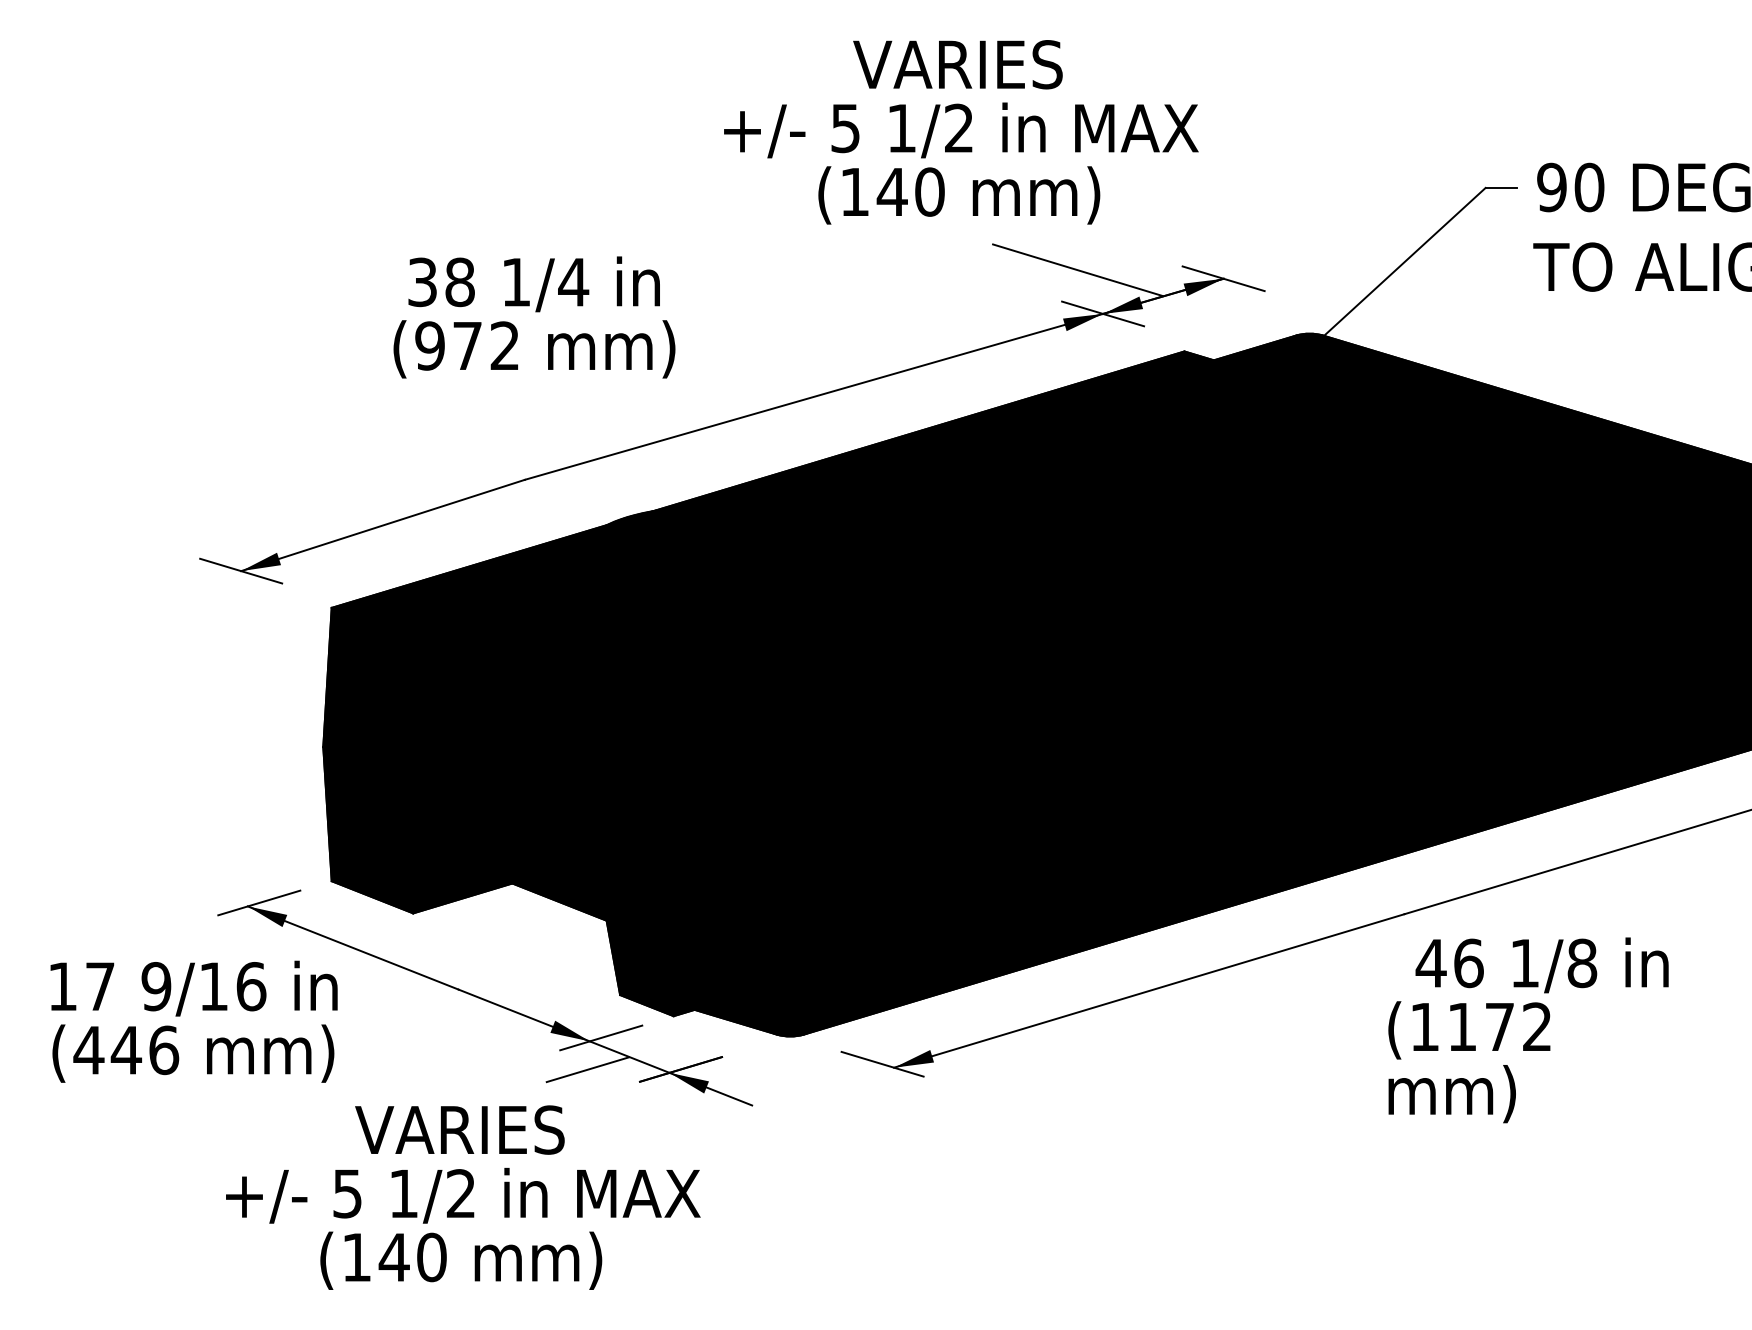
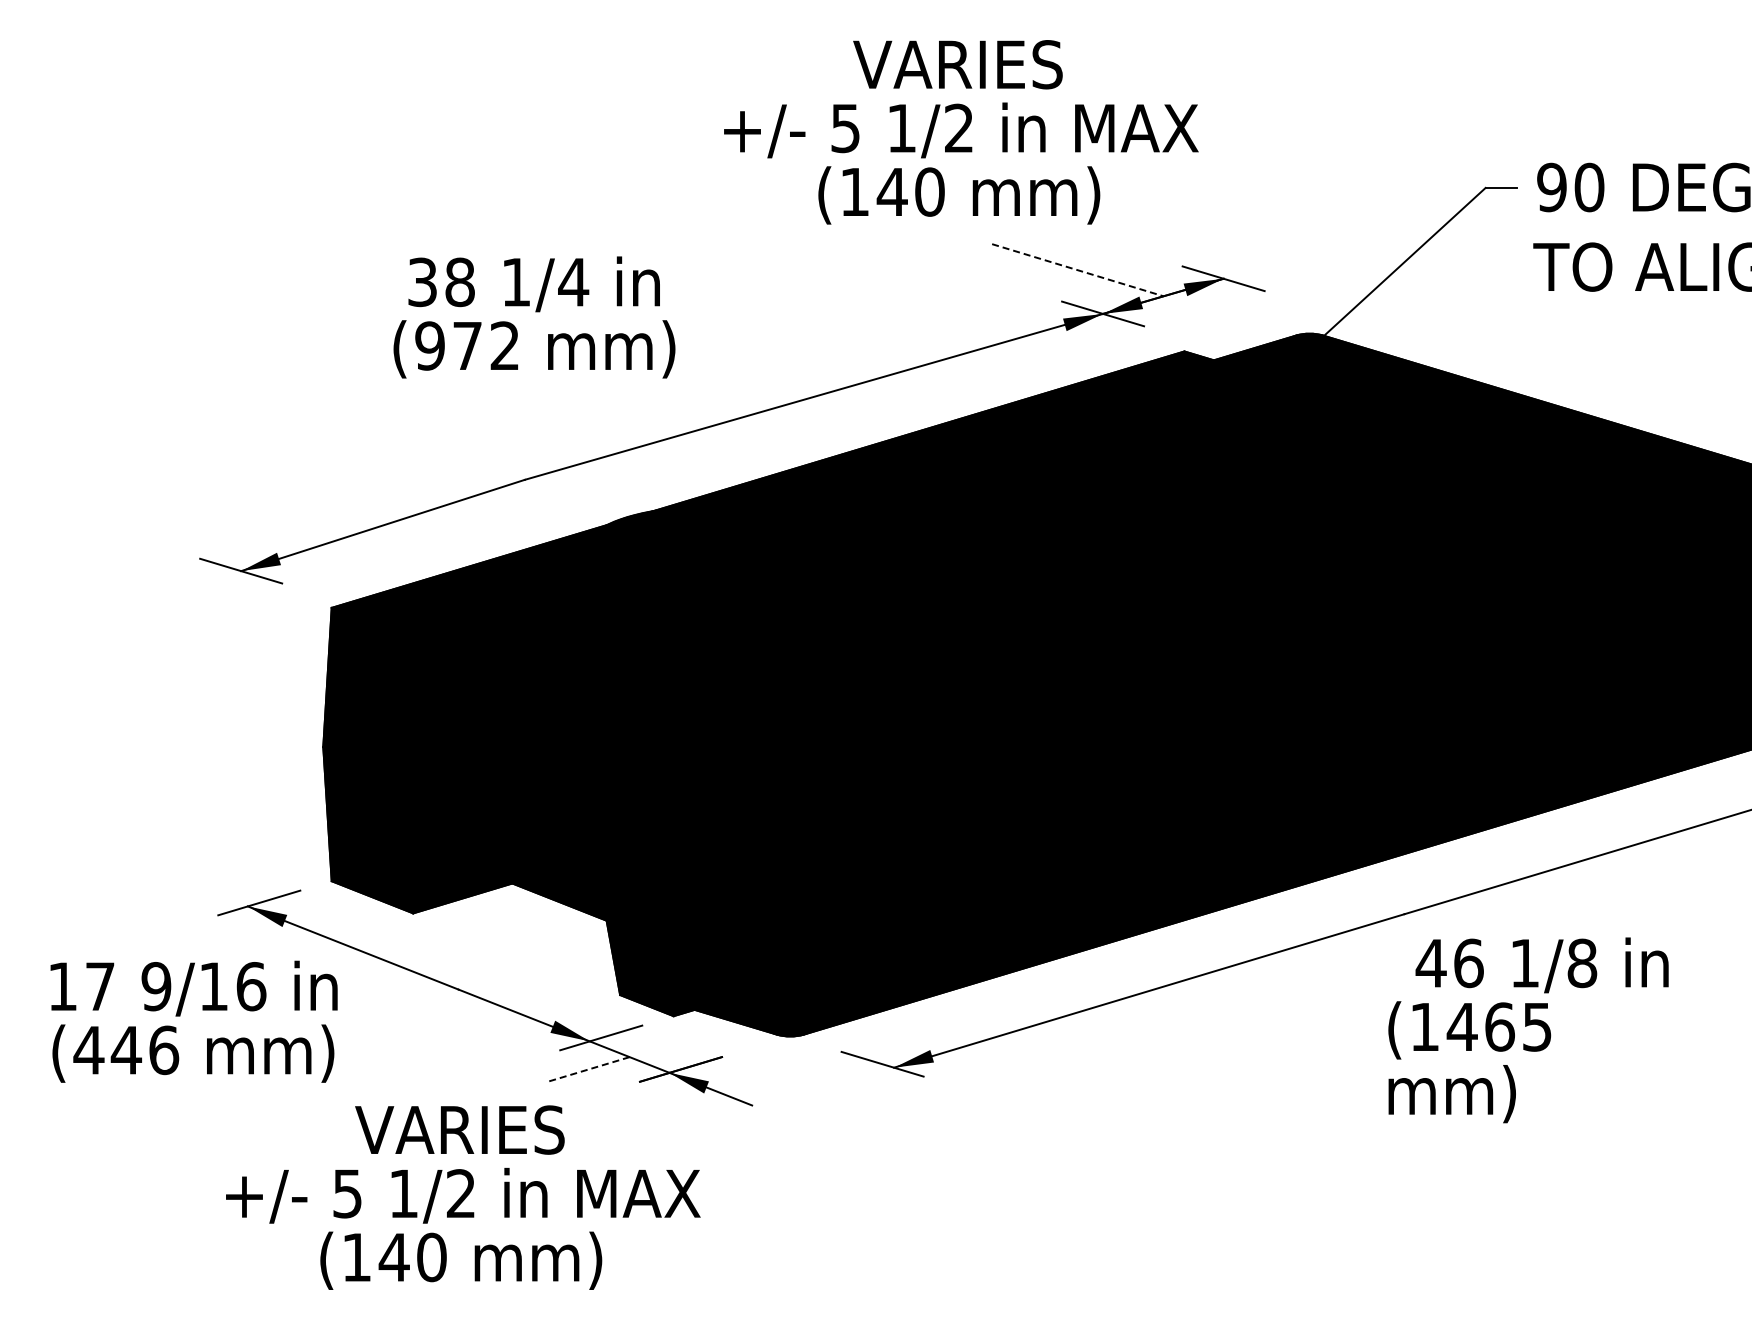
line at (1077, 270): solid -> dashed
text at (1498, 1026): (1172 -> (1465
line at (587, 1069): solid -> dashed
